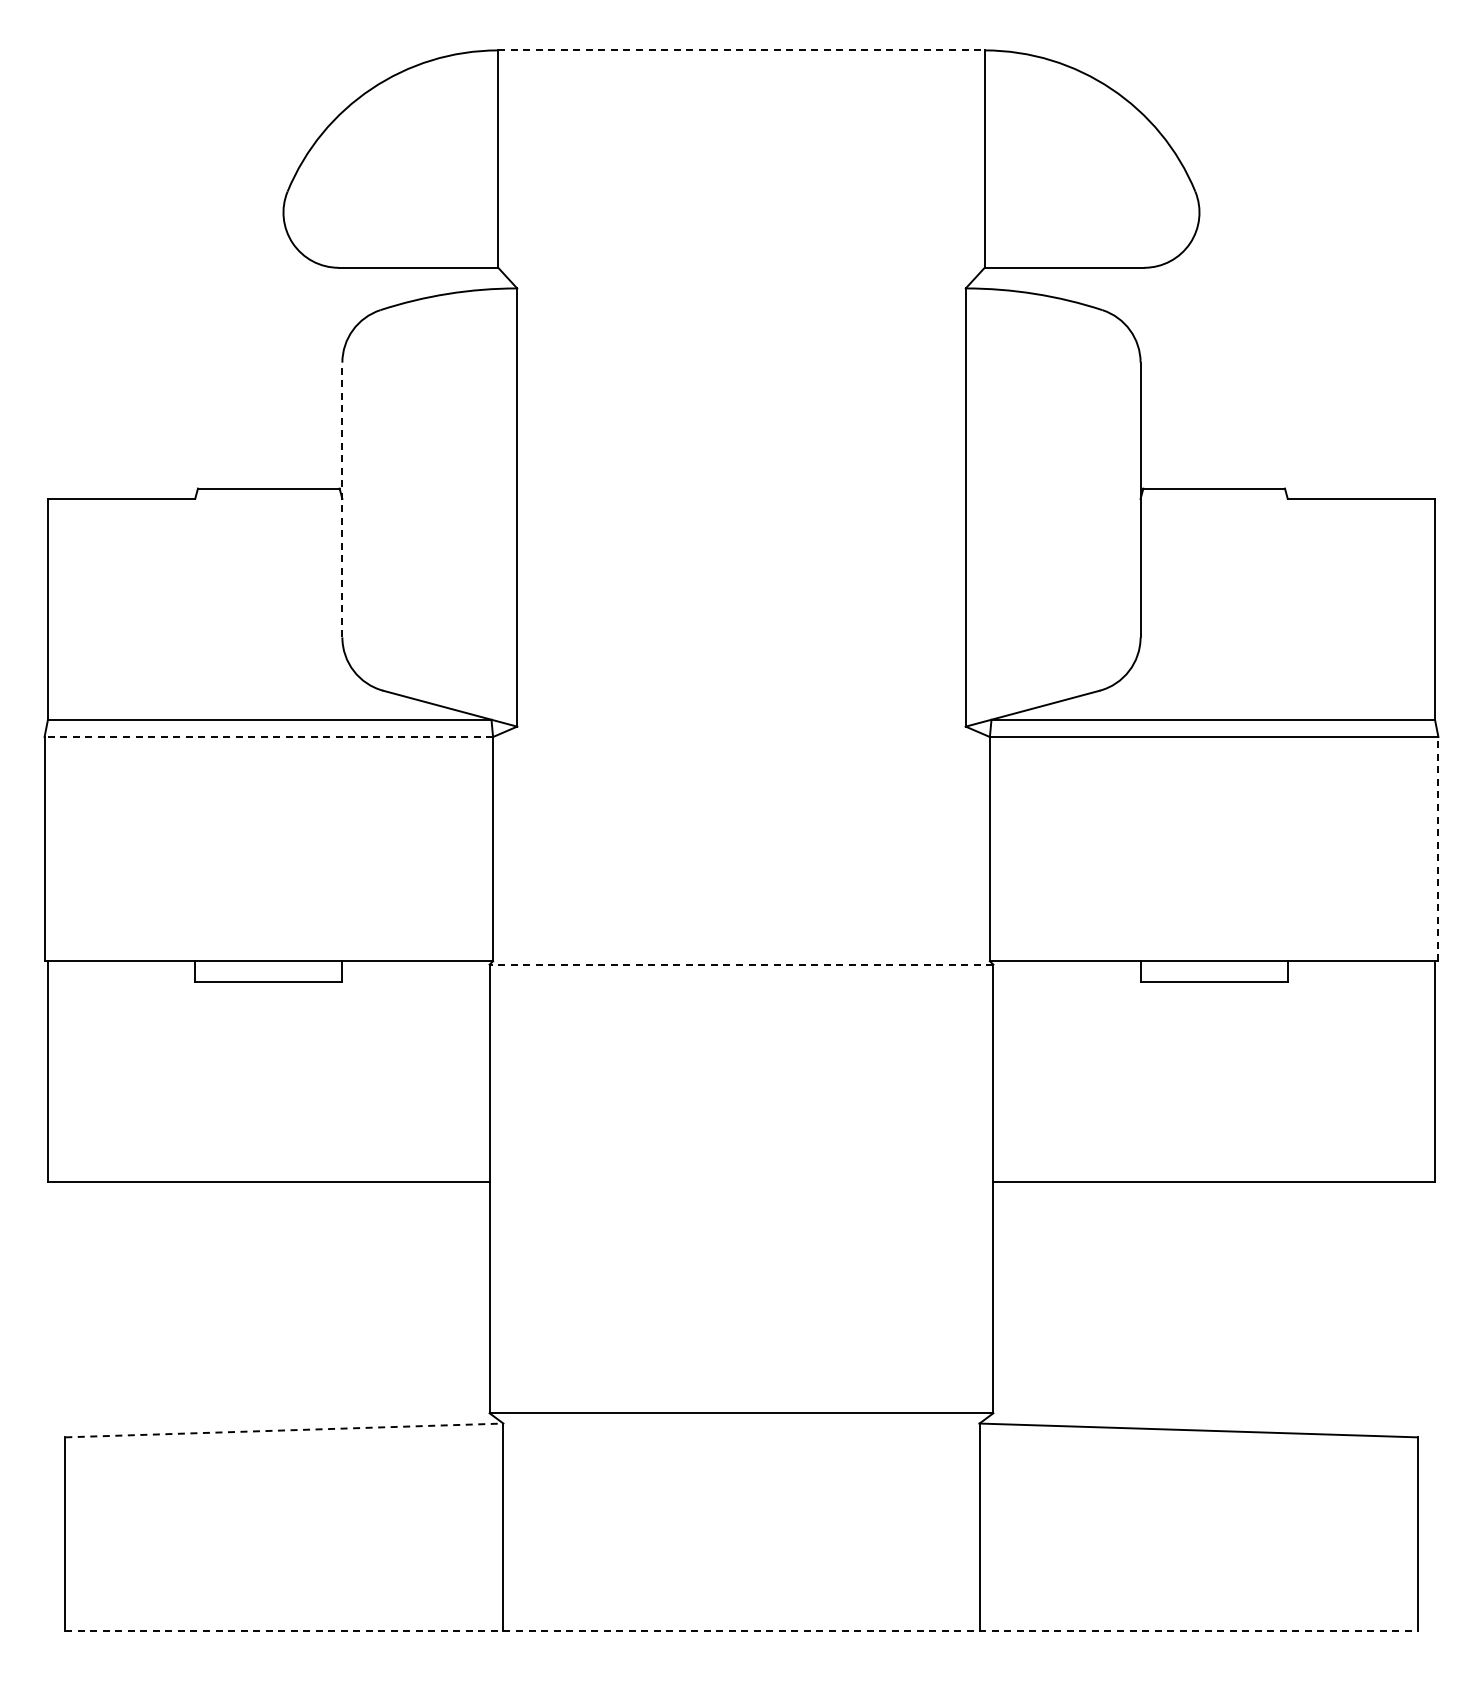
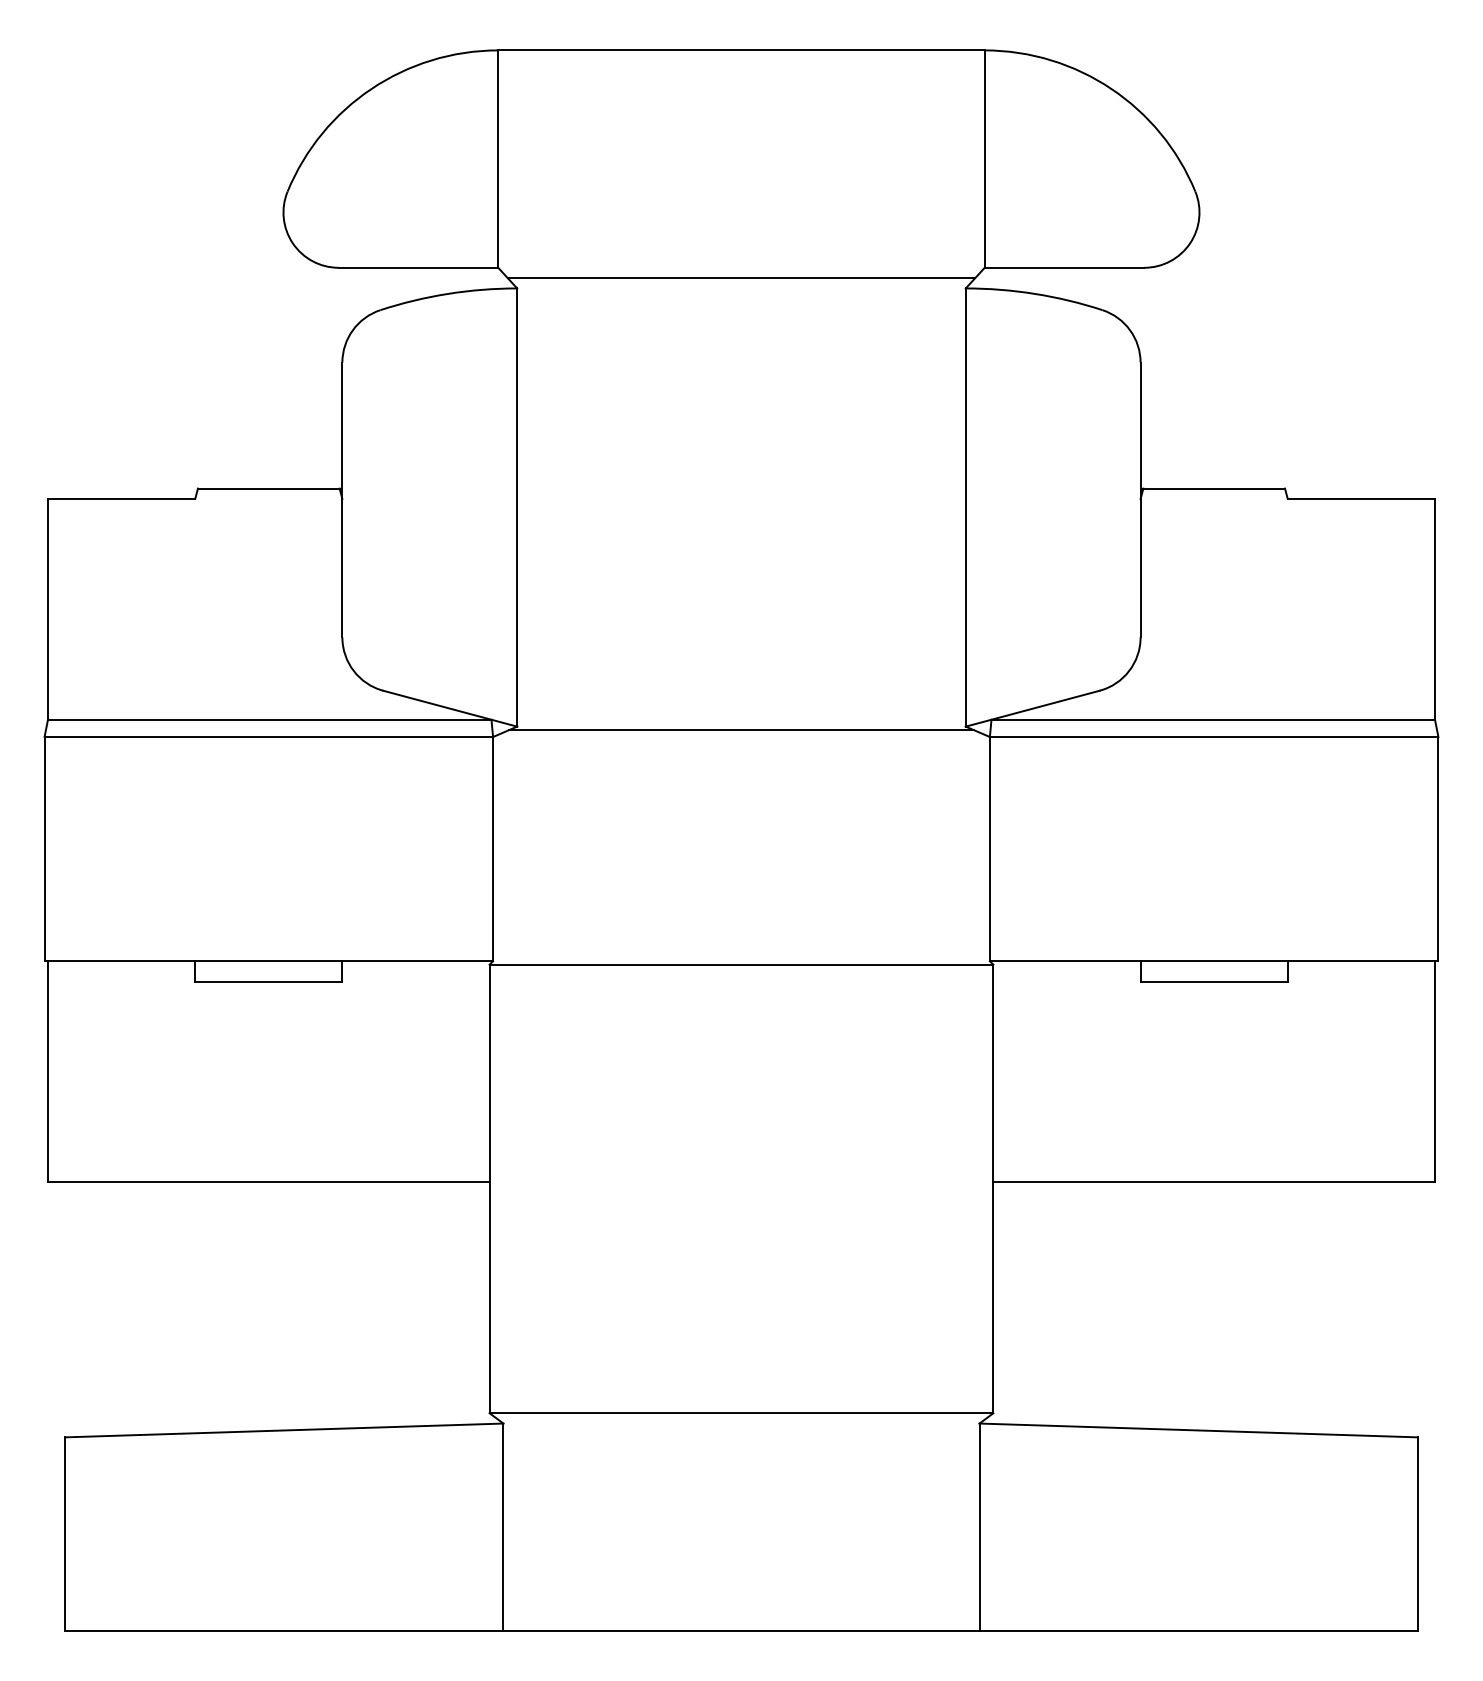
line at (741, 50): dashed -> solid
line at (741, 278): none -> present
line at (342, 499): dashed -> solid
line at (741, 730): none -> present
line at (268, 737): dashed -> solid
line at (1438, 848): dashed -> solid
line at (741, 964): dashed -> solid
line at (284, 1430): dashed -> solid
line at (741, 1630): dashed -> solid
